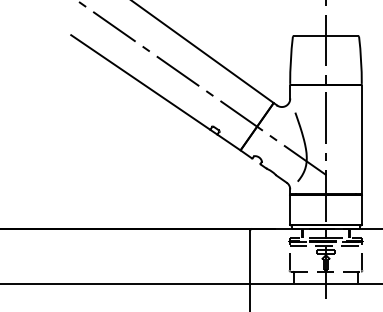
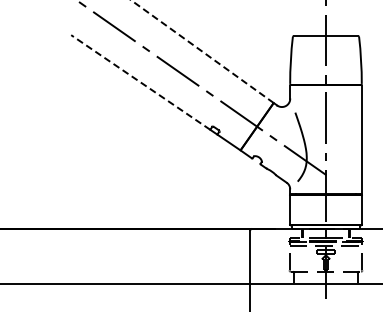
line at (202, 51): solid -> dashed
line at (140, 82): solid -> dashed
